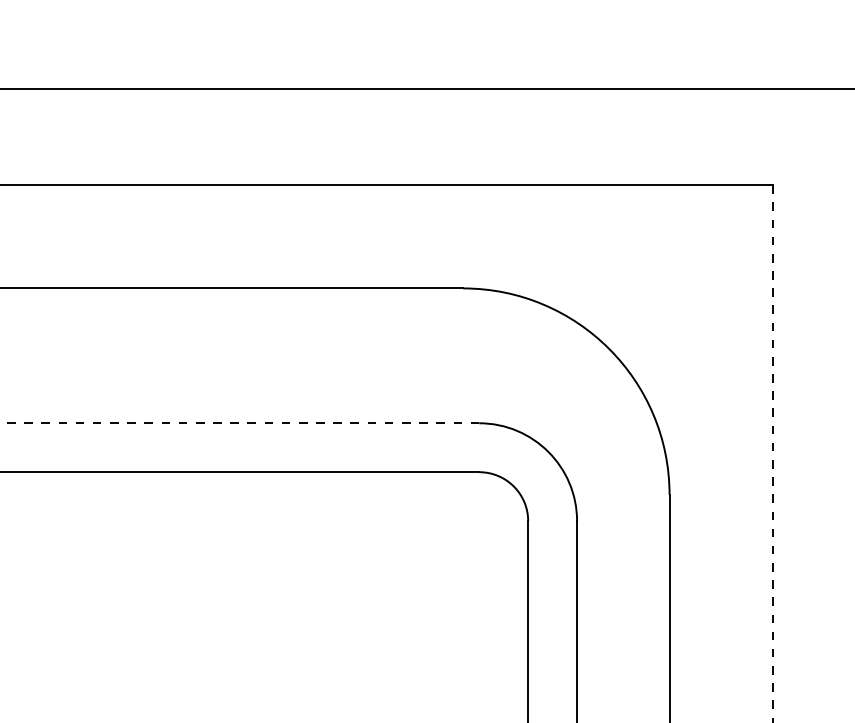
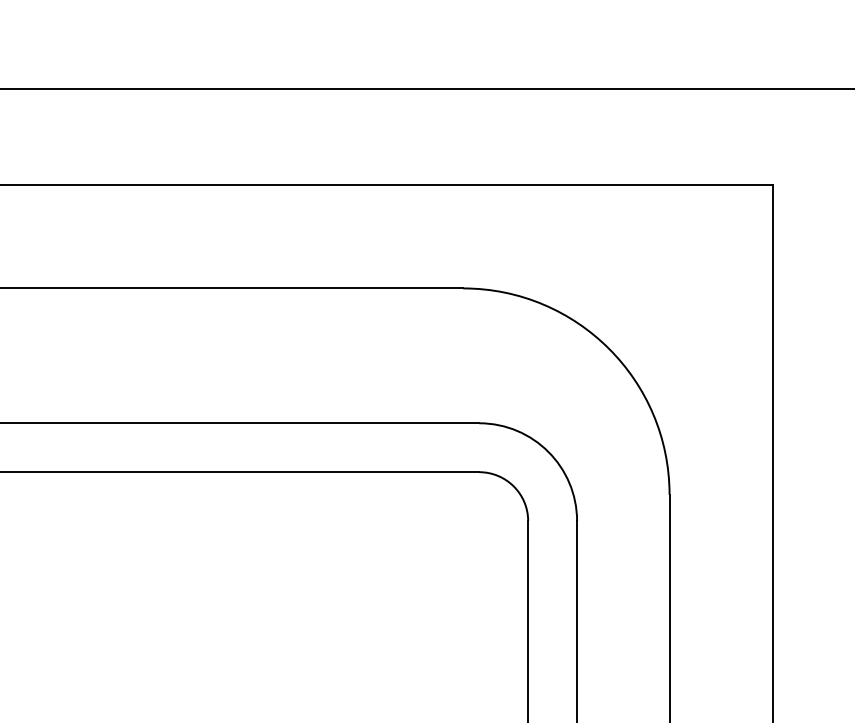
line at (239, 423): dashed -> solid
line at (772, 454): dashed -> solid
